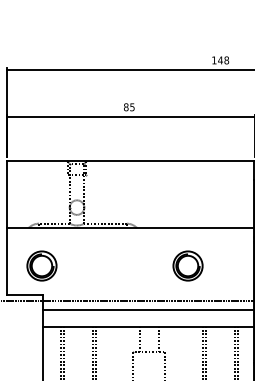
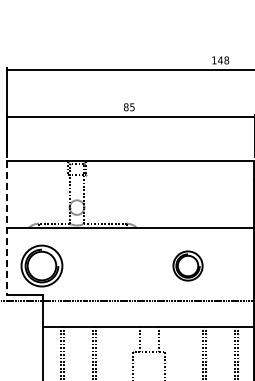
line at (6, 228): solid -> dashed
part at (41, 265) size: 32x32 px -> 44x44 px
line at (147, 309): present -> none
